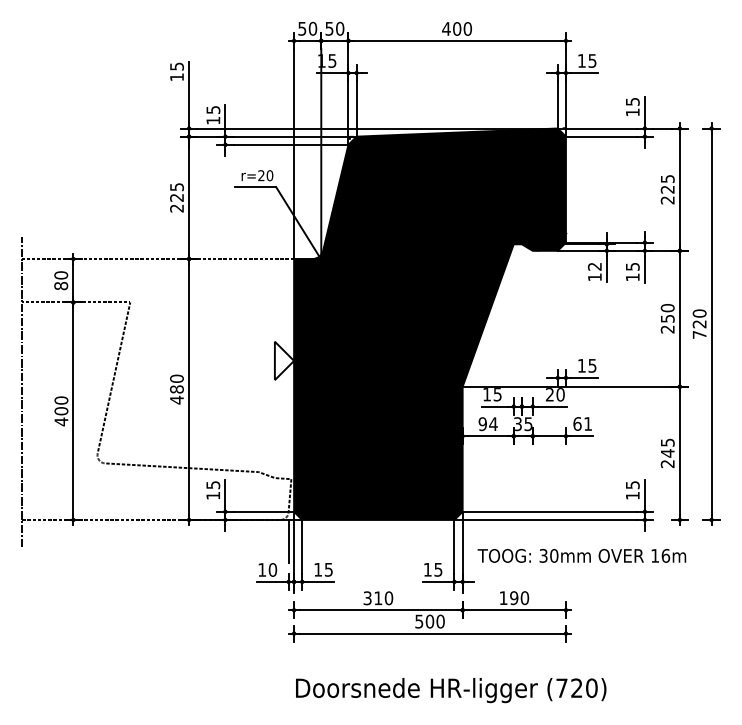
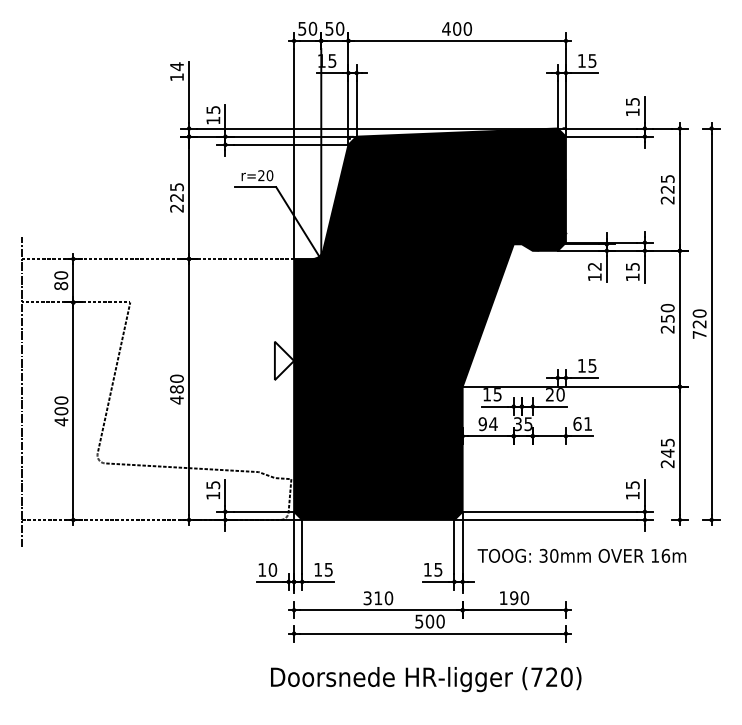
text at (176, 66): 15 -> 14
line at (288, 540): present -> none
text at (451, 690) position: (451, 690) -> (426, 679)
